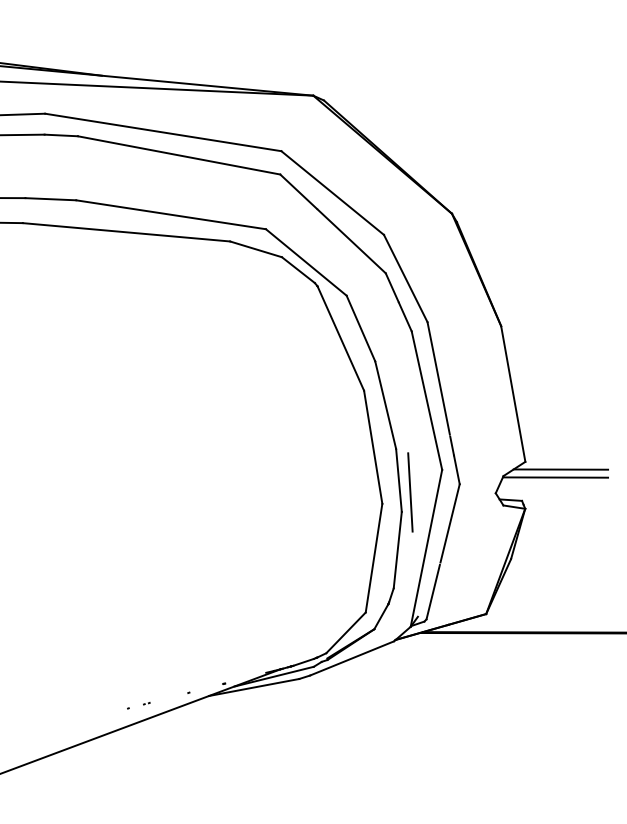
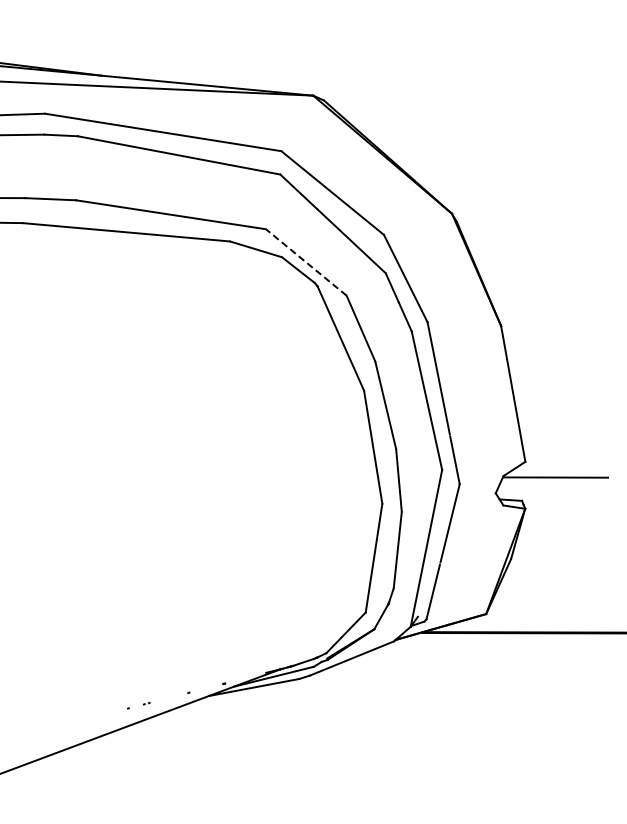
line at (305, 262): solid -> dashed
line at (560, 469): present -> none
line at (410, 492): present -> none
